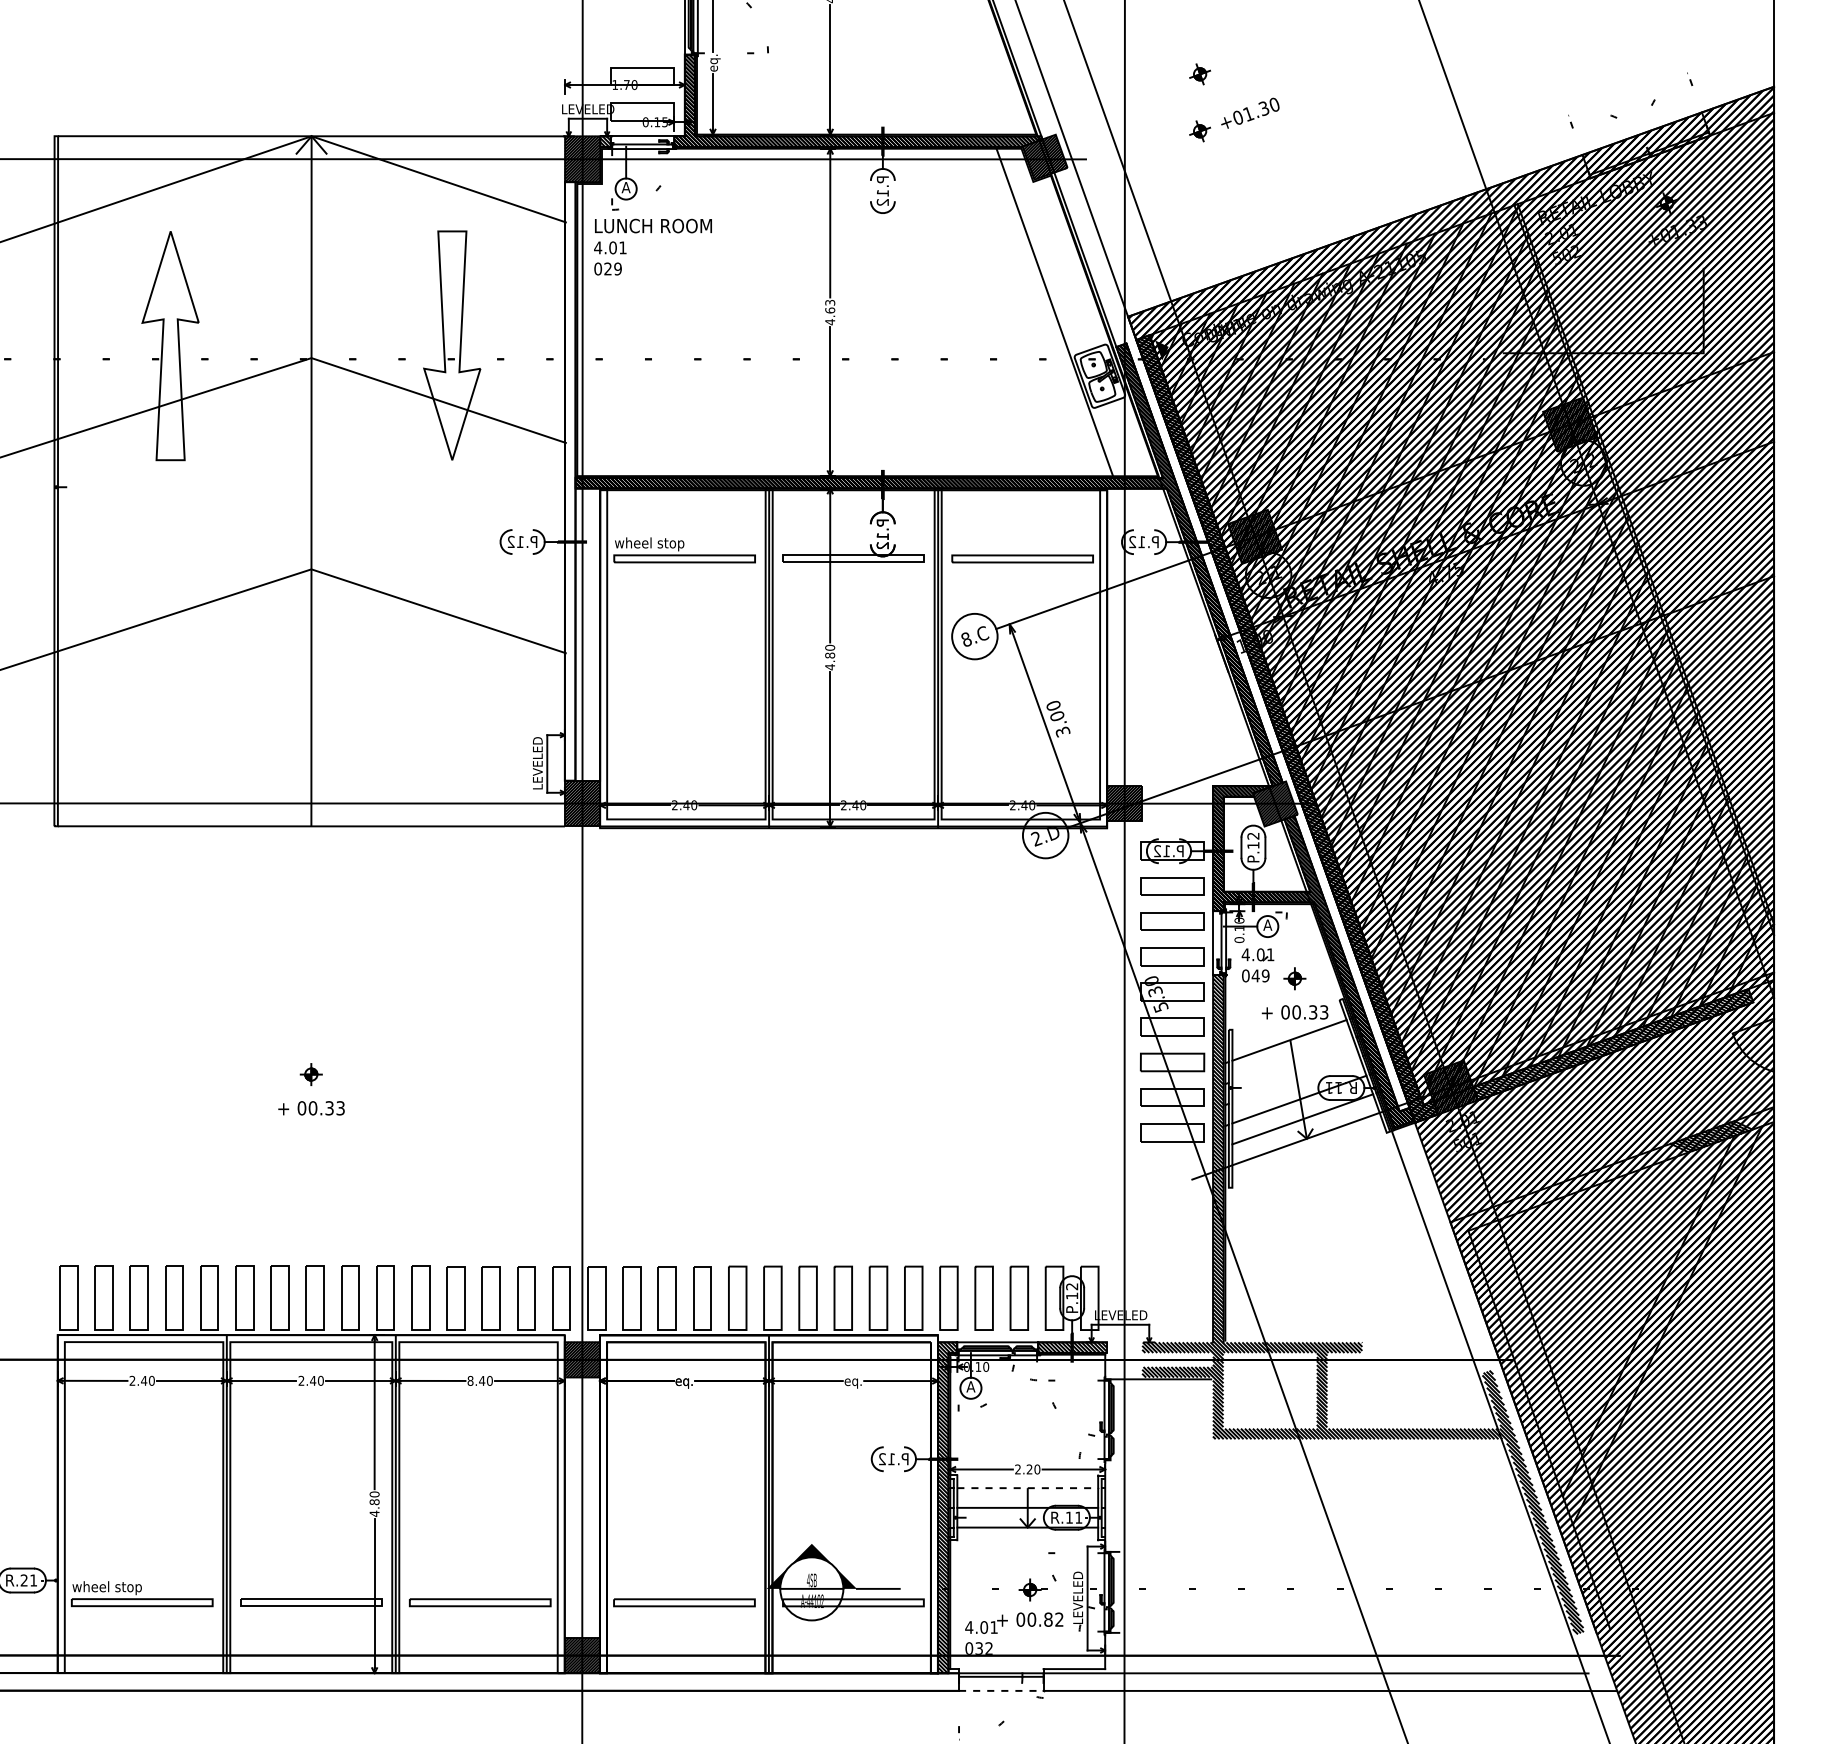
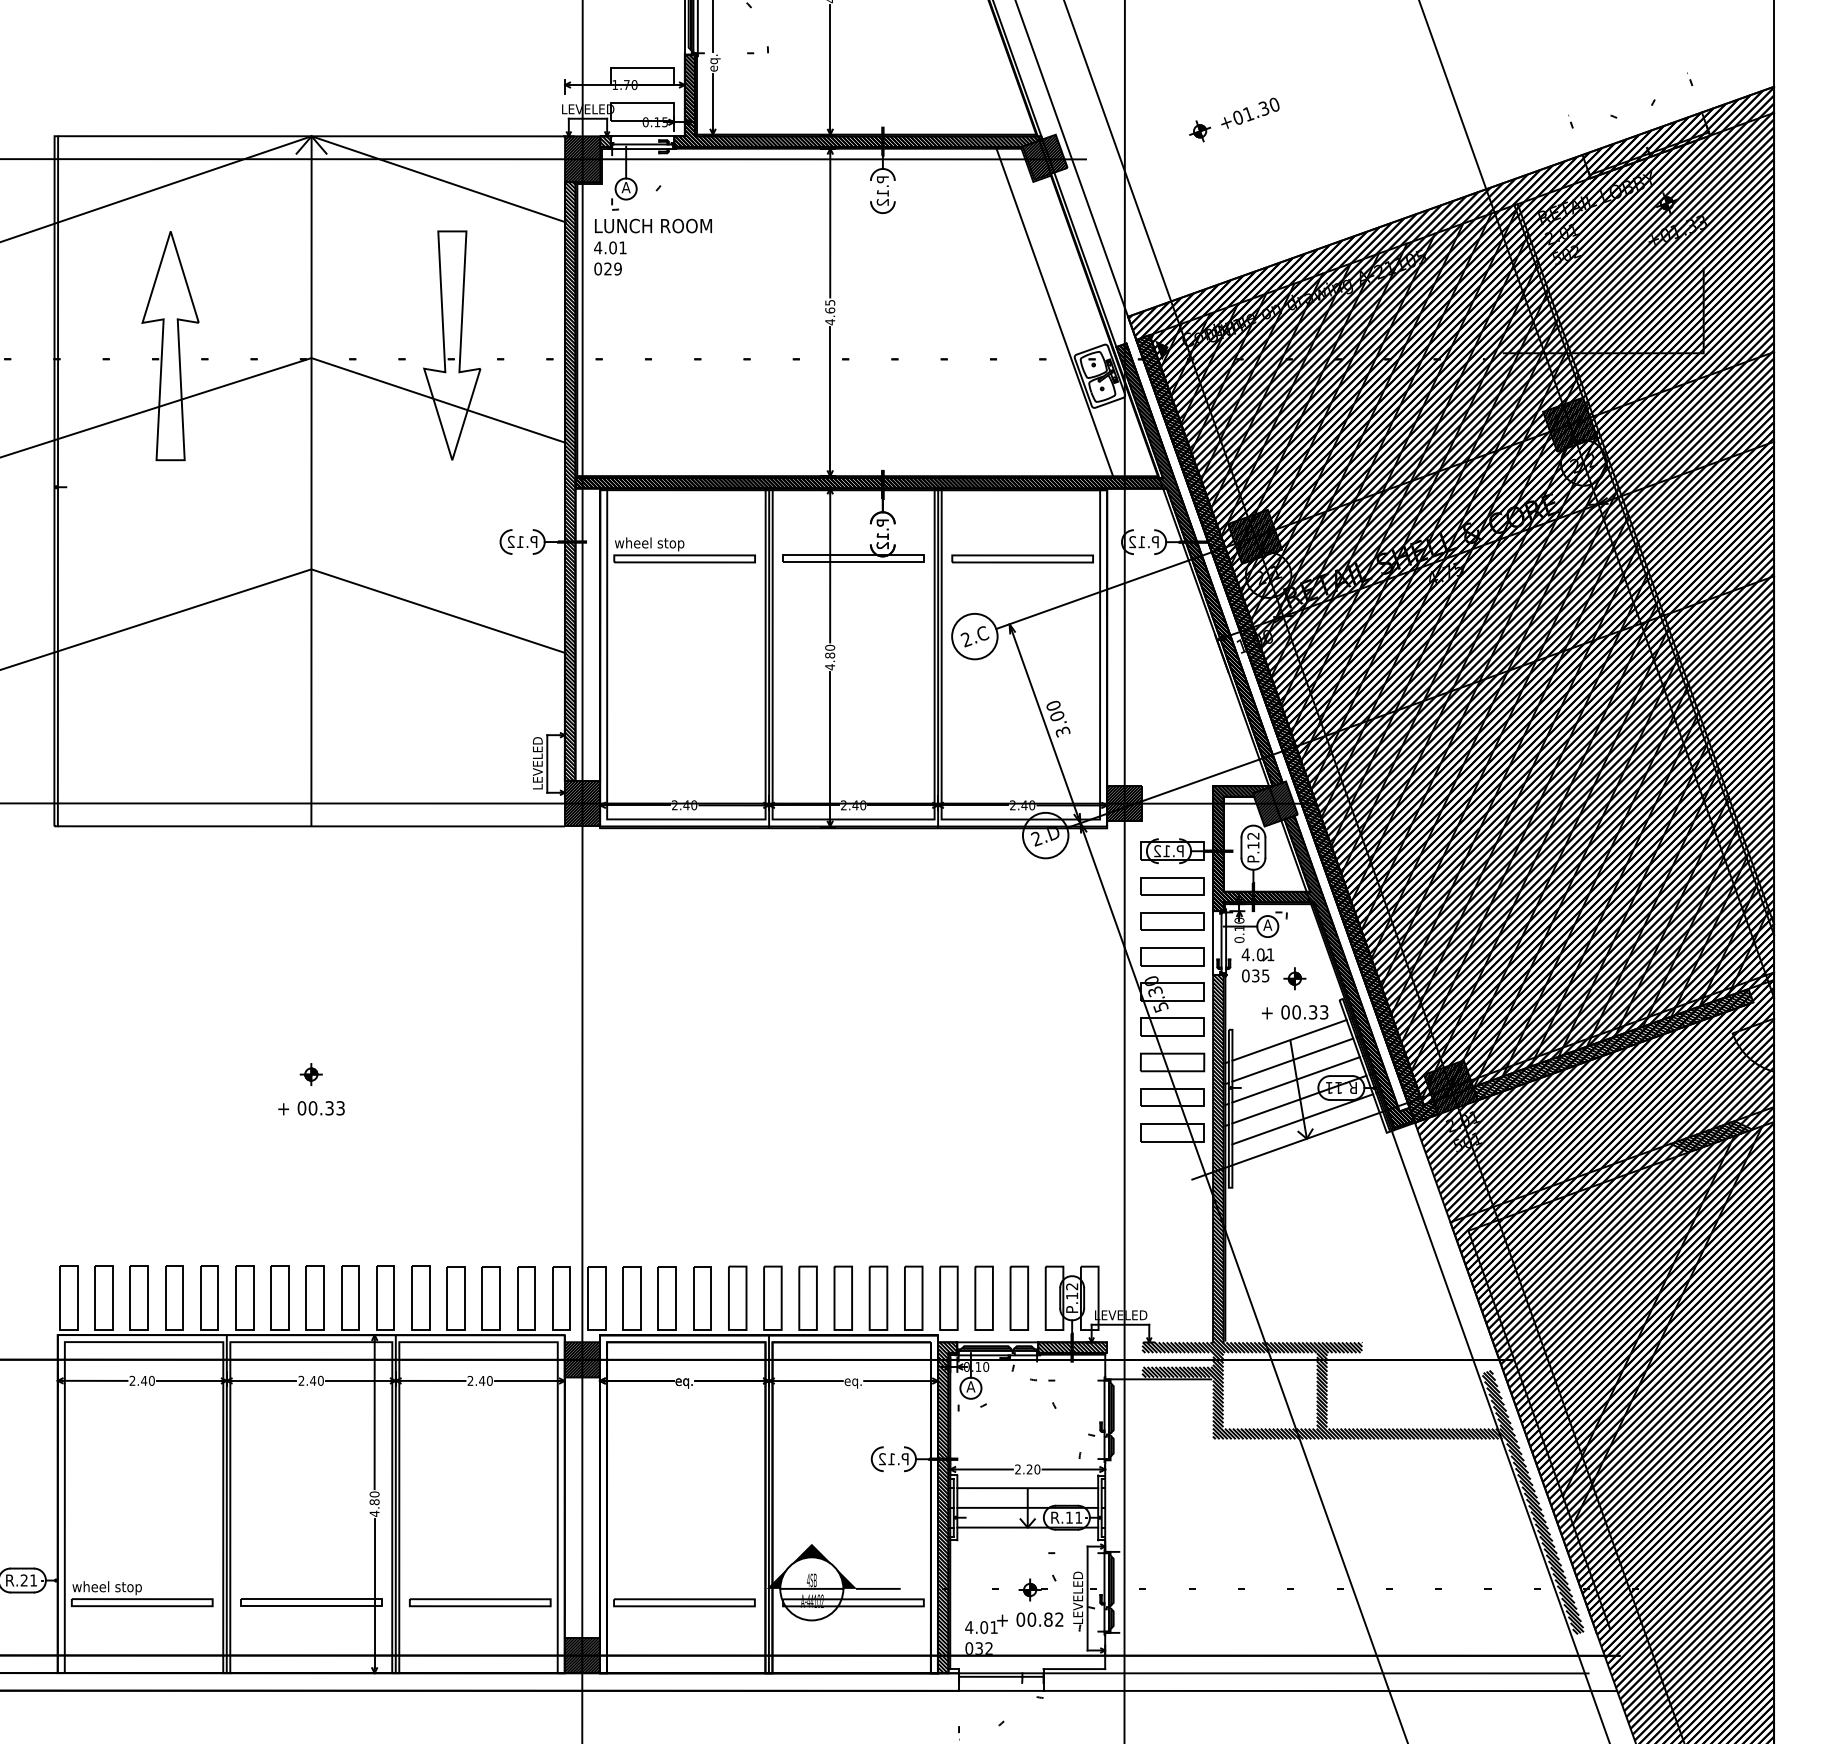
part at (1199, 74): present -> none
text at (829, 302): 4.63 -> 4.65
hatch at (569, 481): none -> present
text at (966, 639): 8.C -> 2.C
text at (1260, 975): 049 -> 035
line at (1292, 1059): none -> present
line at (1295, 1079): none -> present
text at (470, 1380): 8.40 -> 2.40
line at (1028, 1488): dashed -> solid
line at (1001, 1690): dashed -> solid
